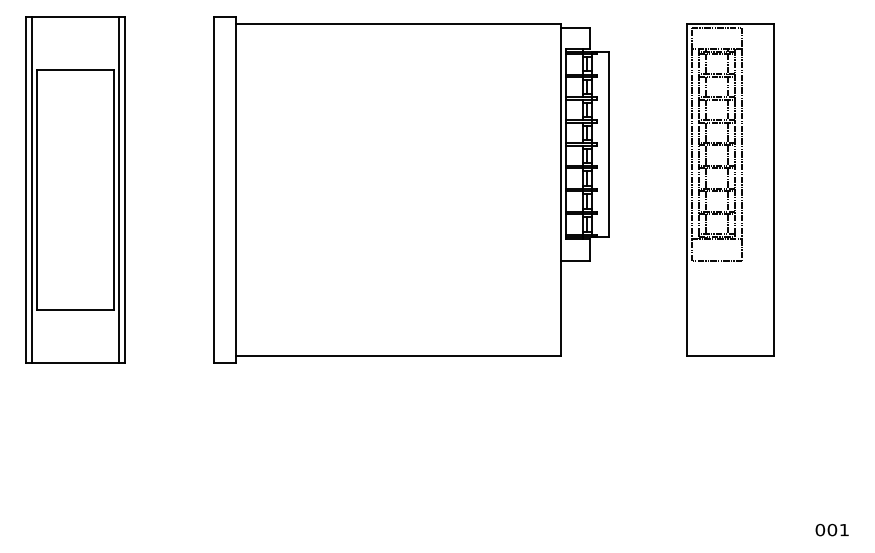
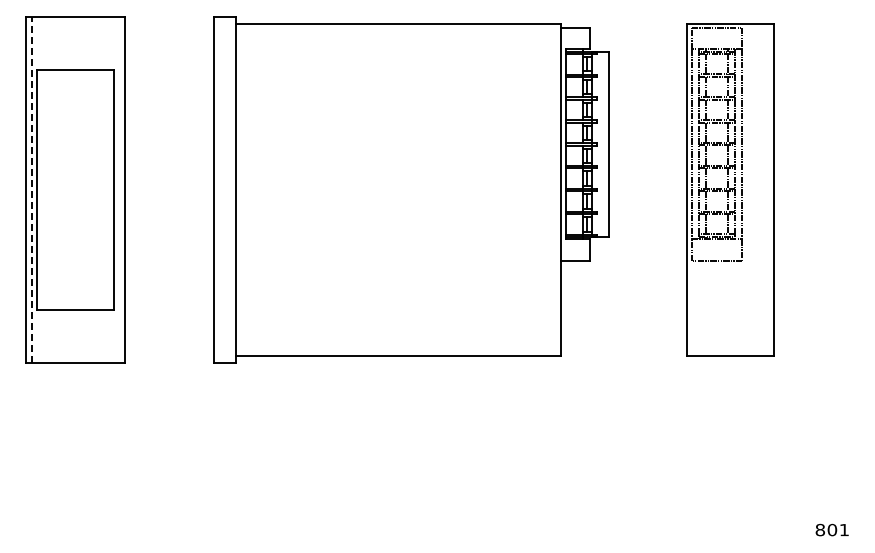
line at (32, 189): solid -> dashed
line at (118, 189): present -> none
text at (820, 529): 001 -> 801
